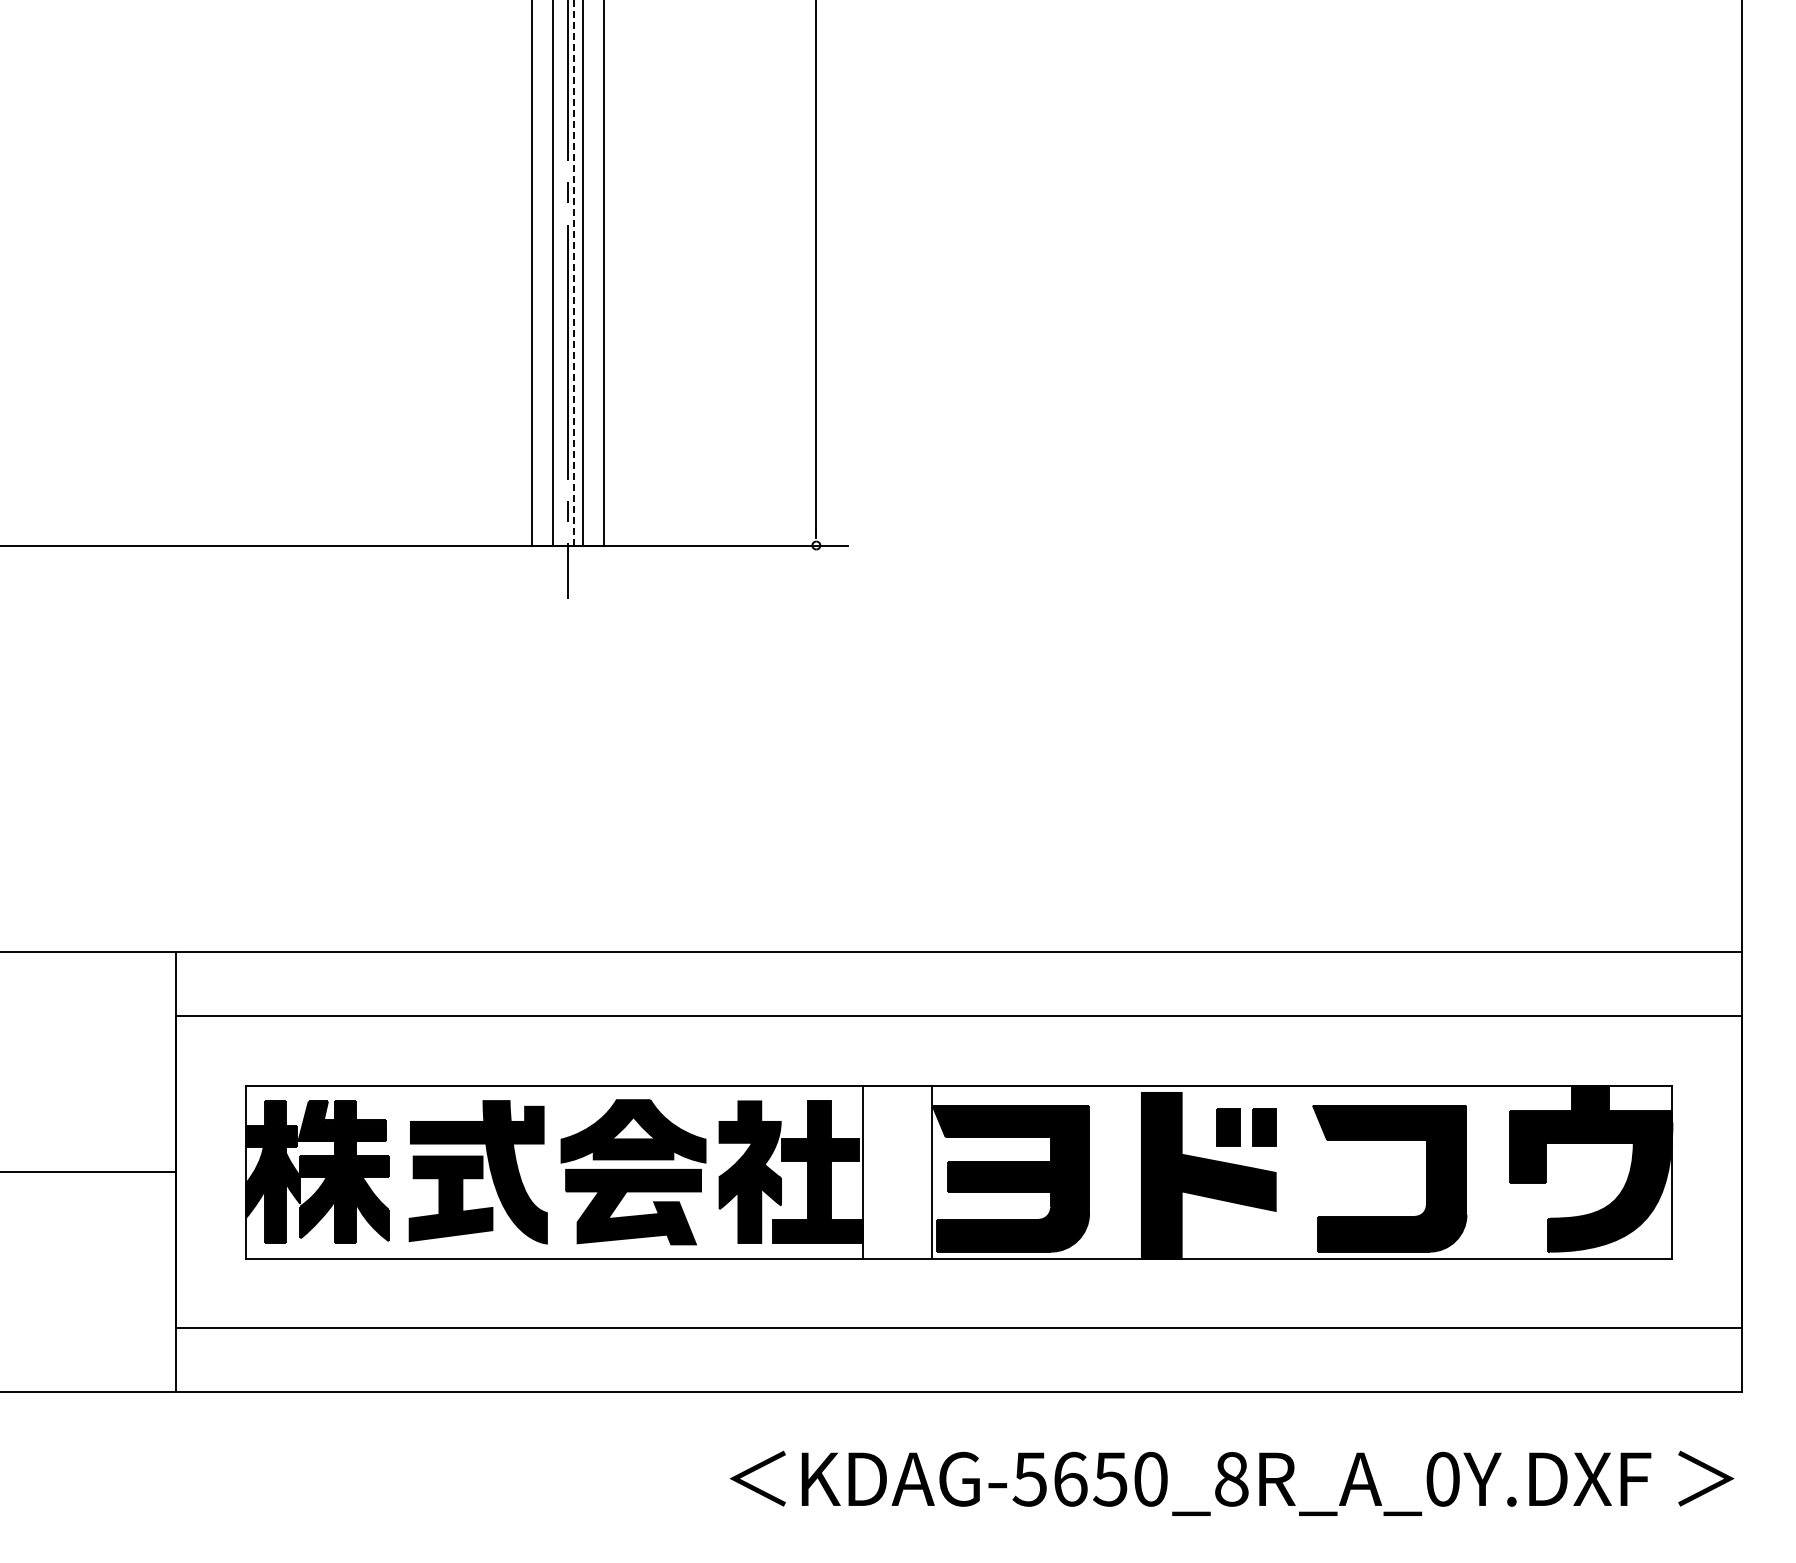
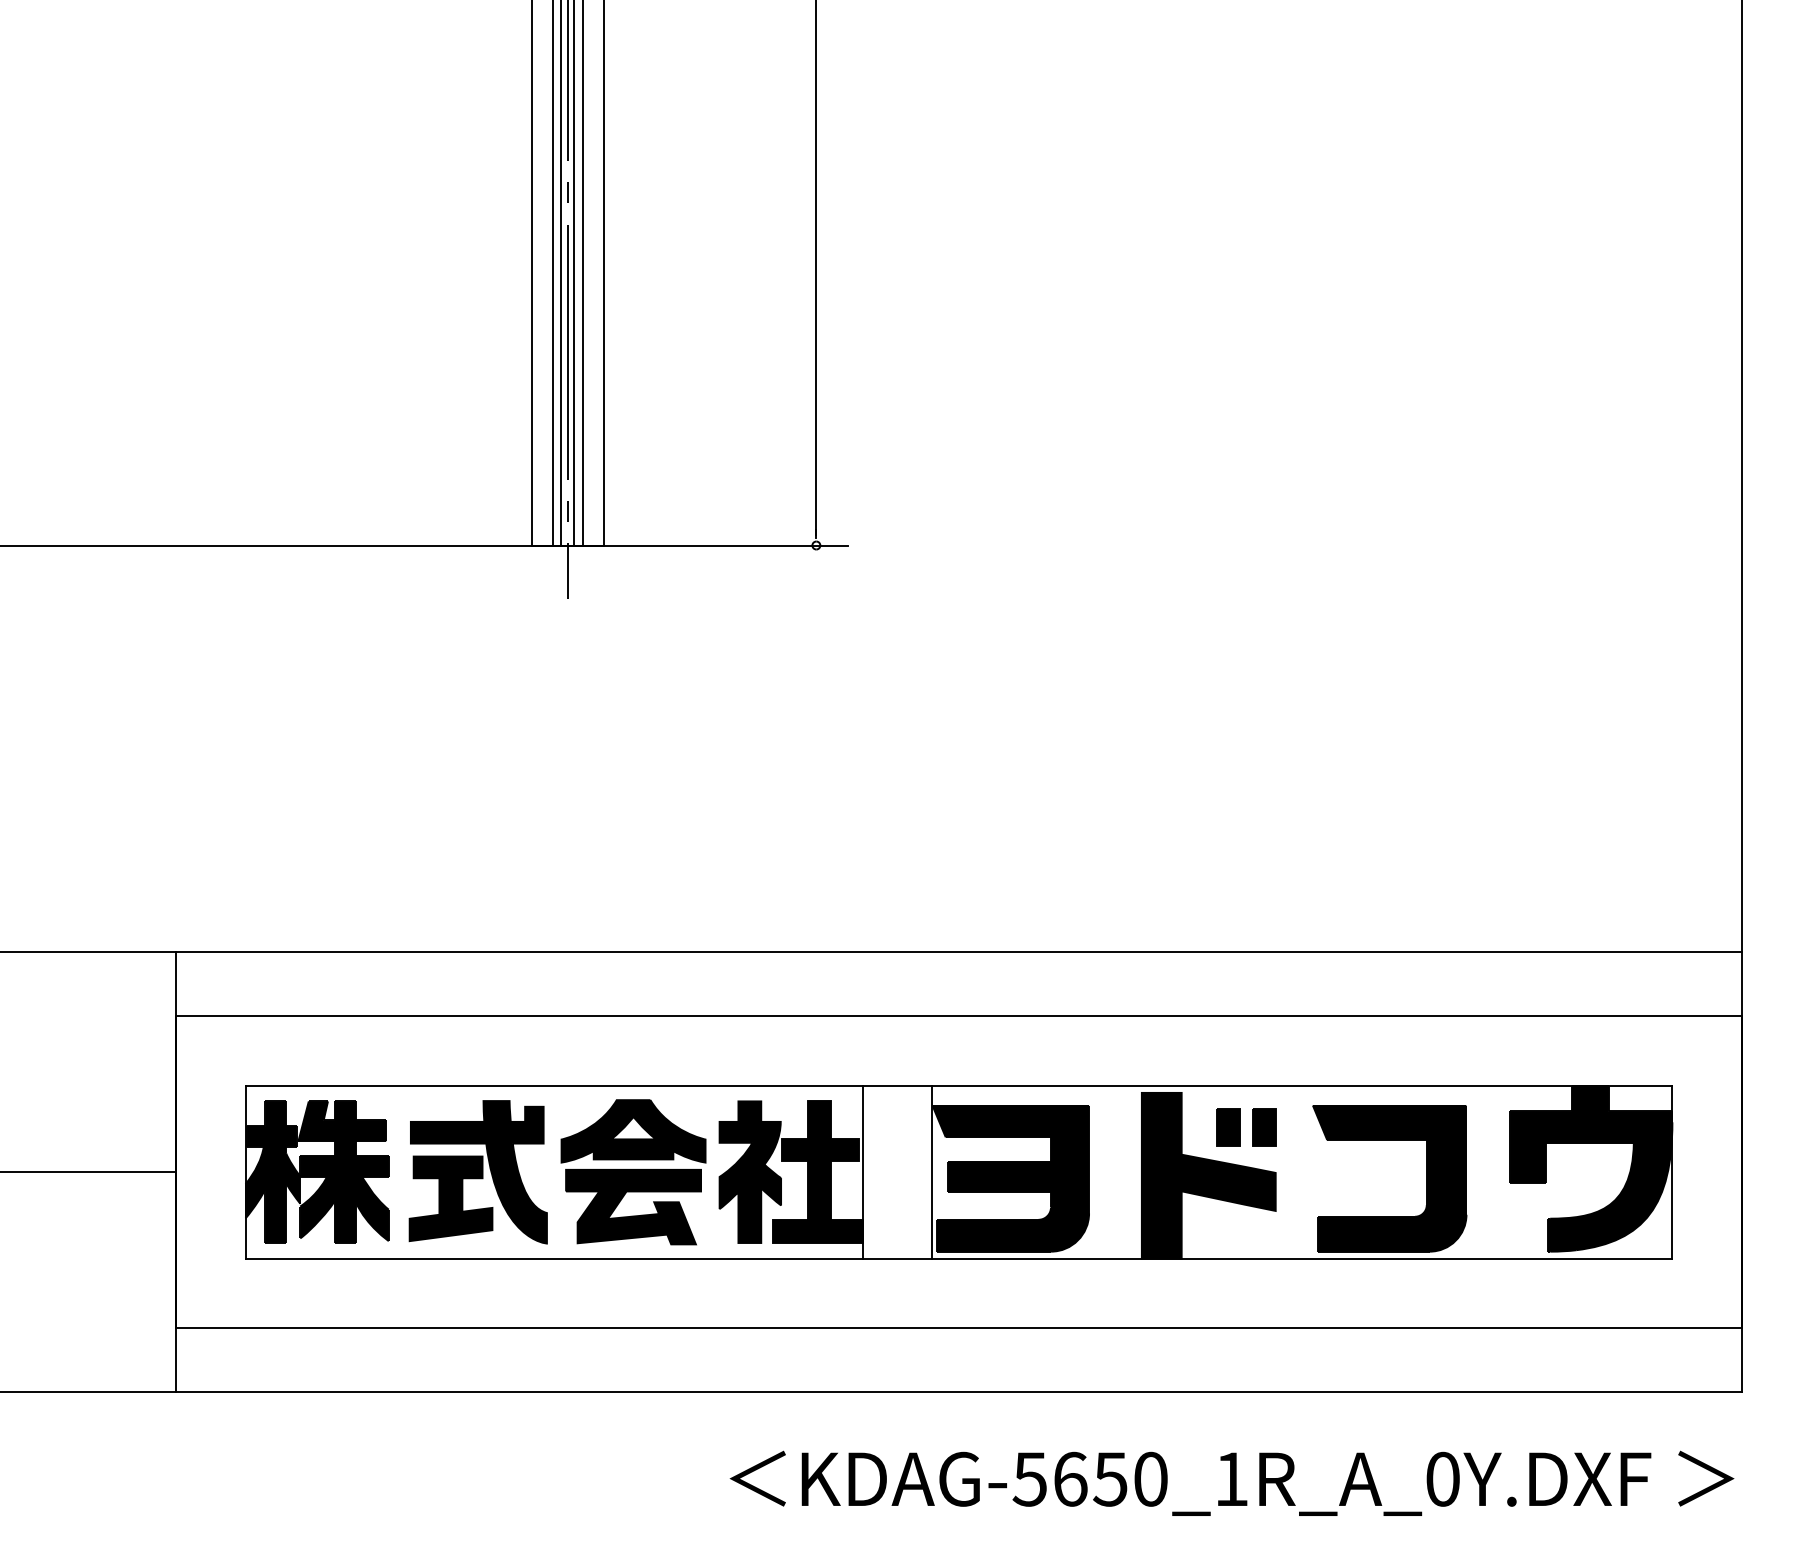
line at (574, 272): dashed -> solid
line at (561, 273): none -> present
text at (1231, 1479): KDAG-5650_8R_A_0Y.DXF -> KDAG-5650_1R_A_0Y.DXF
